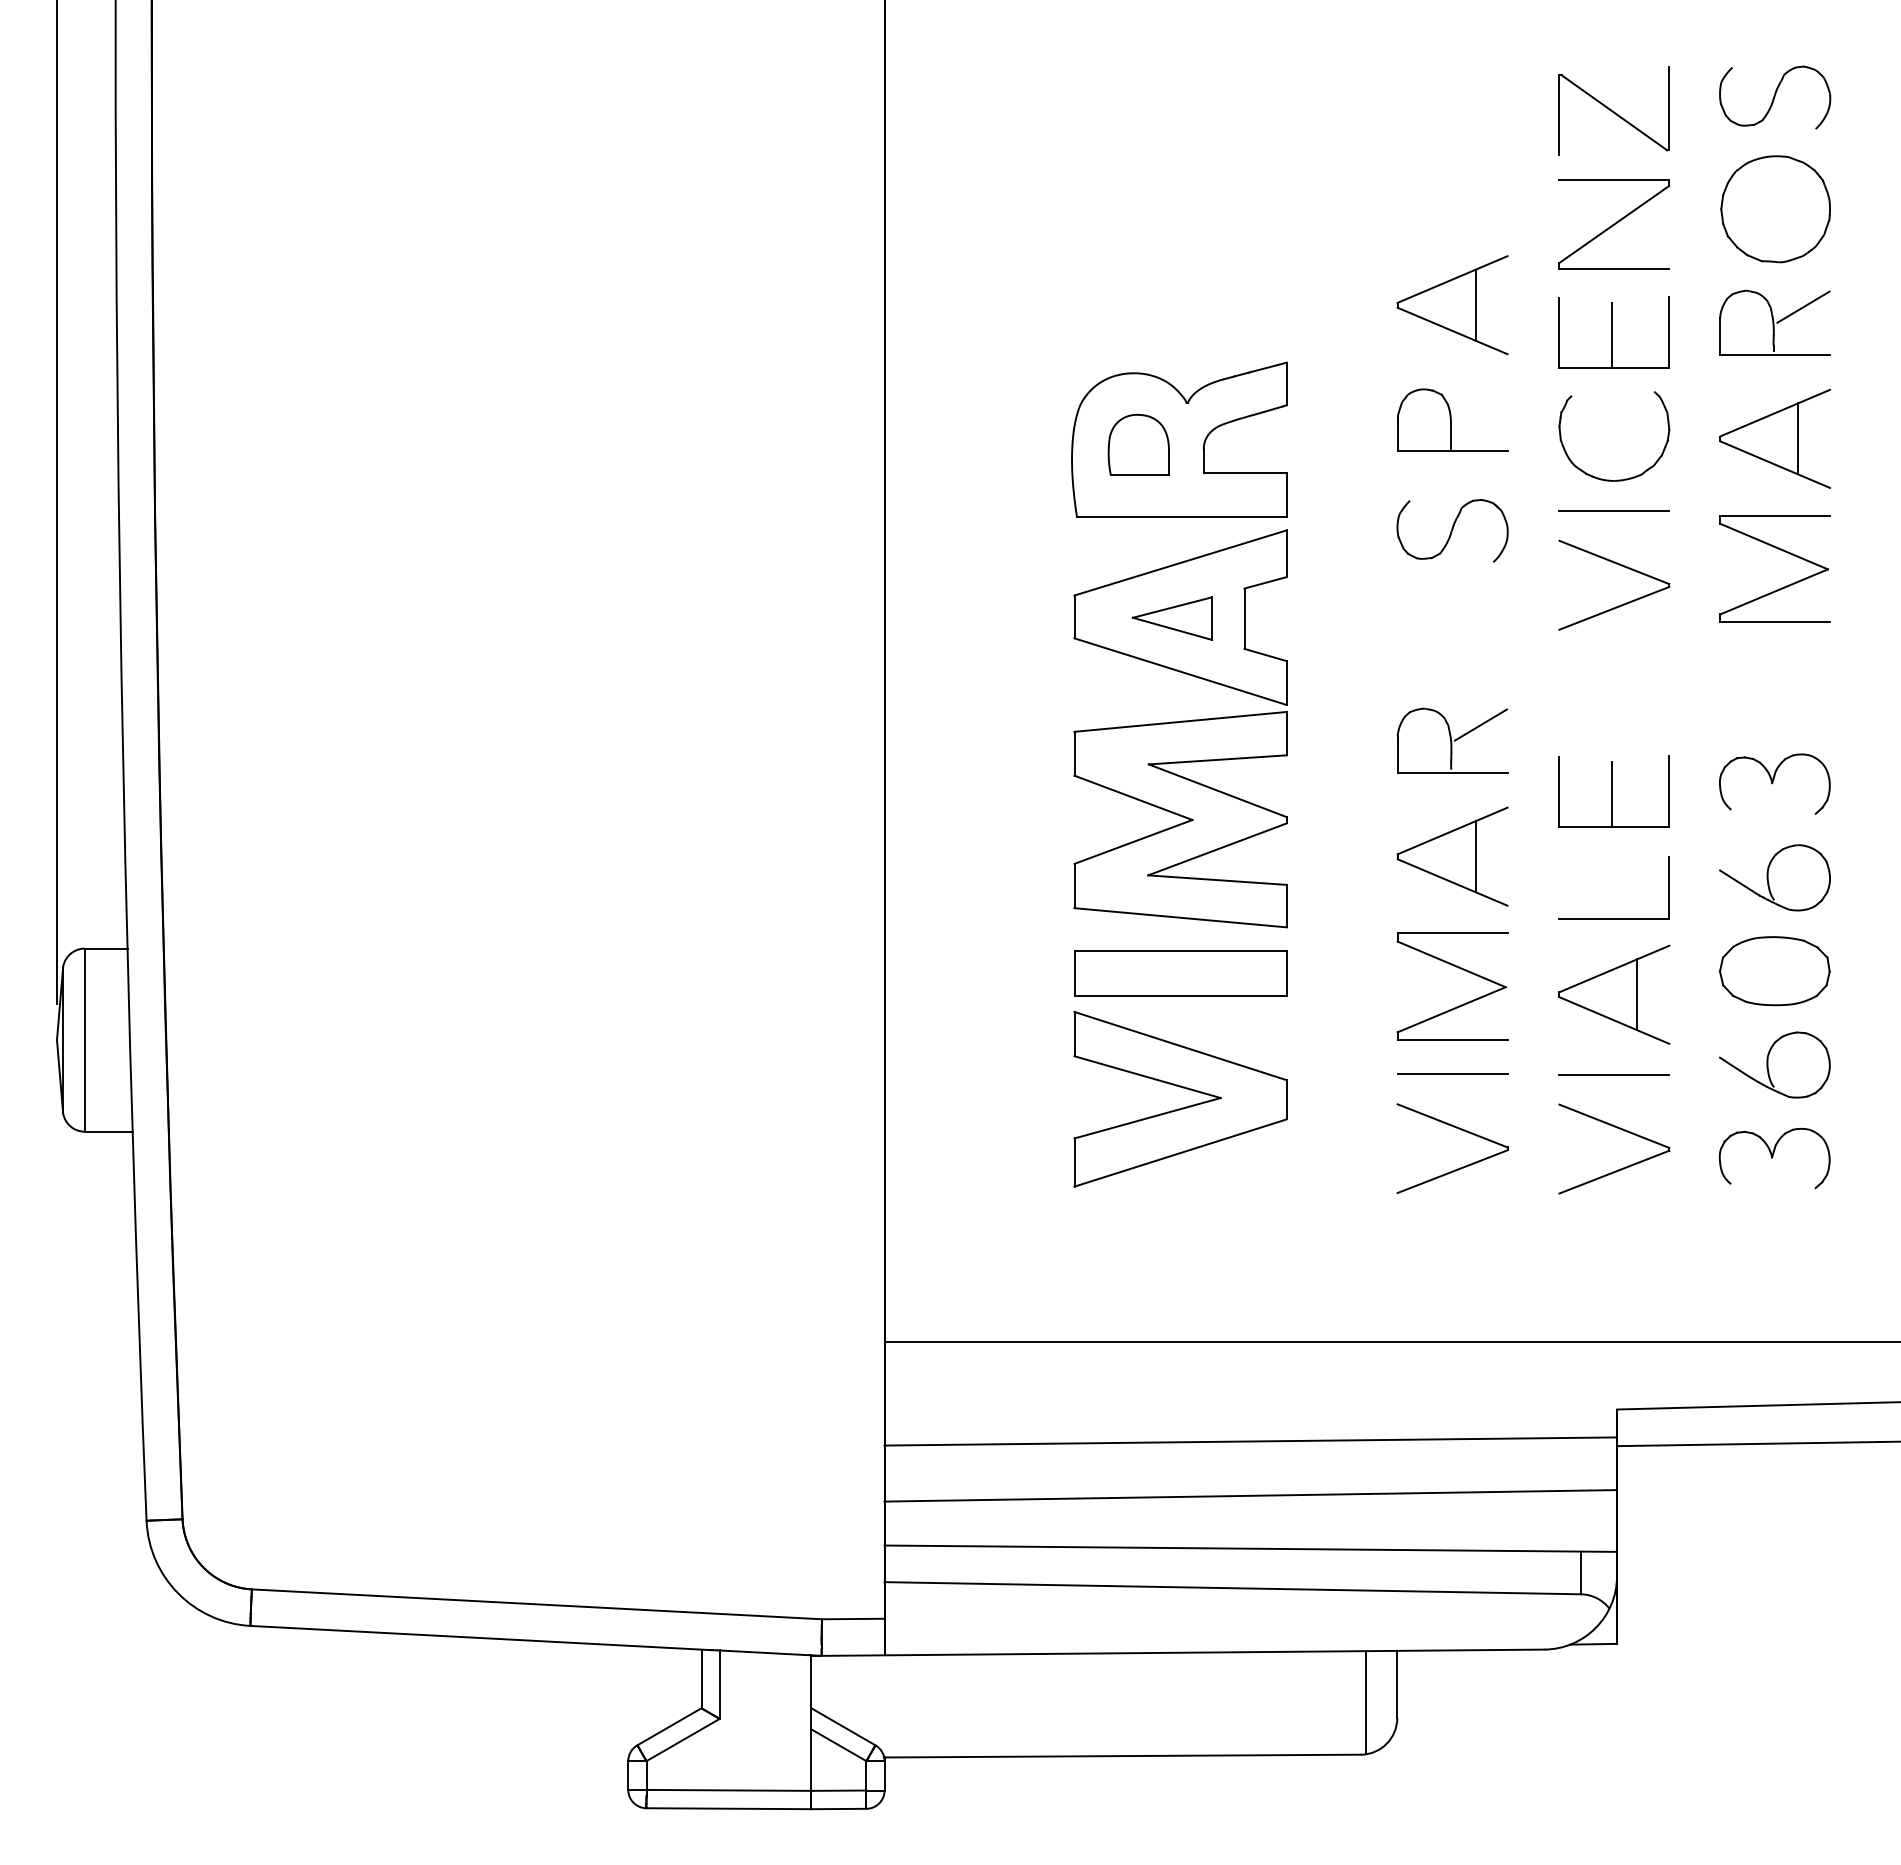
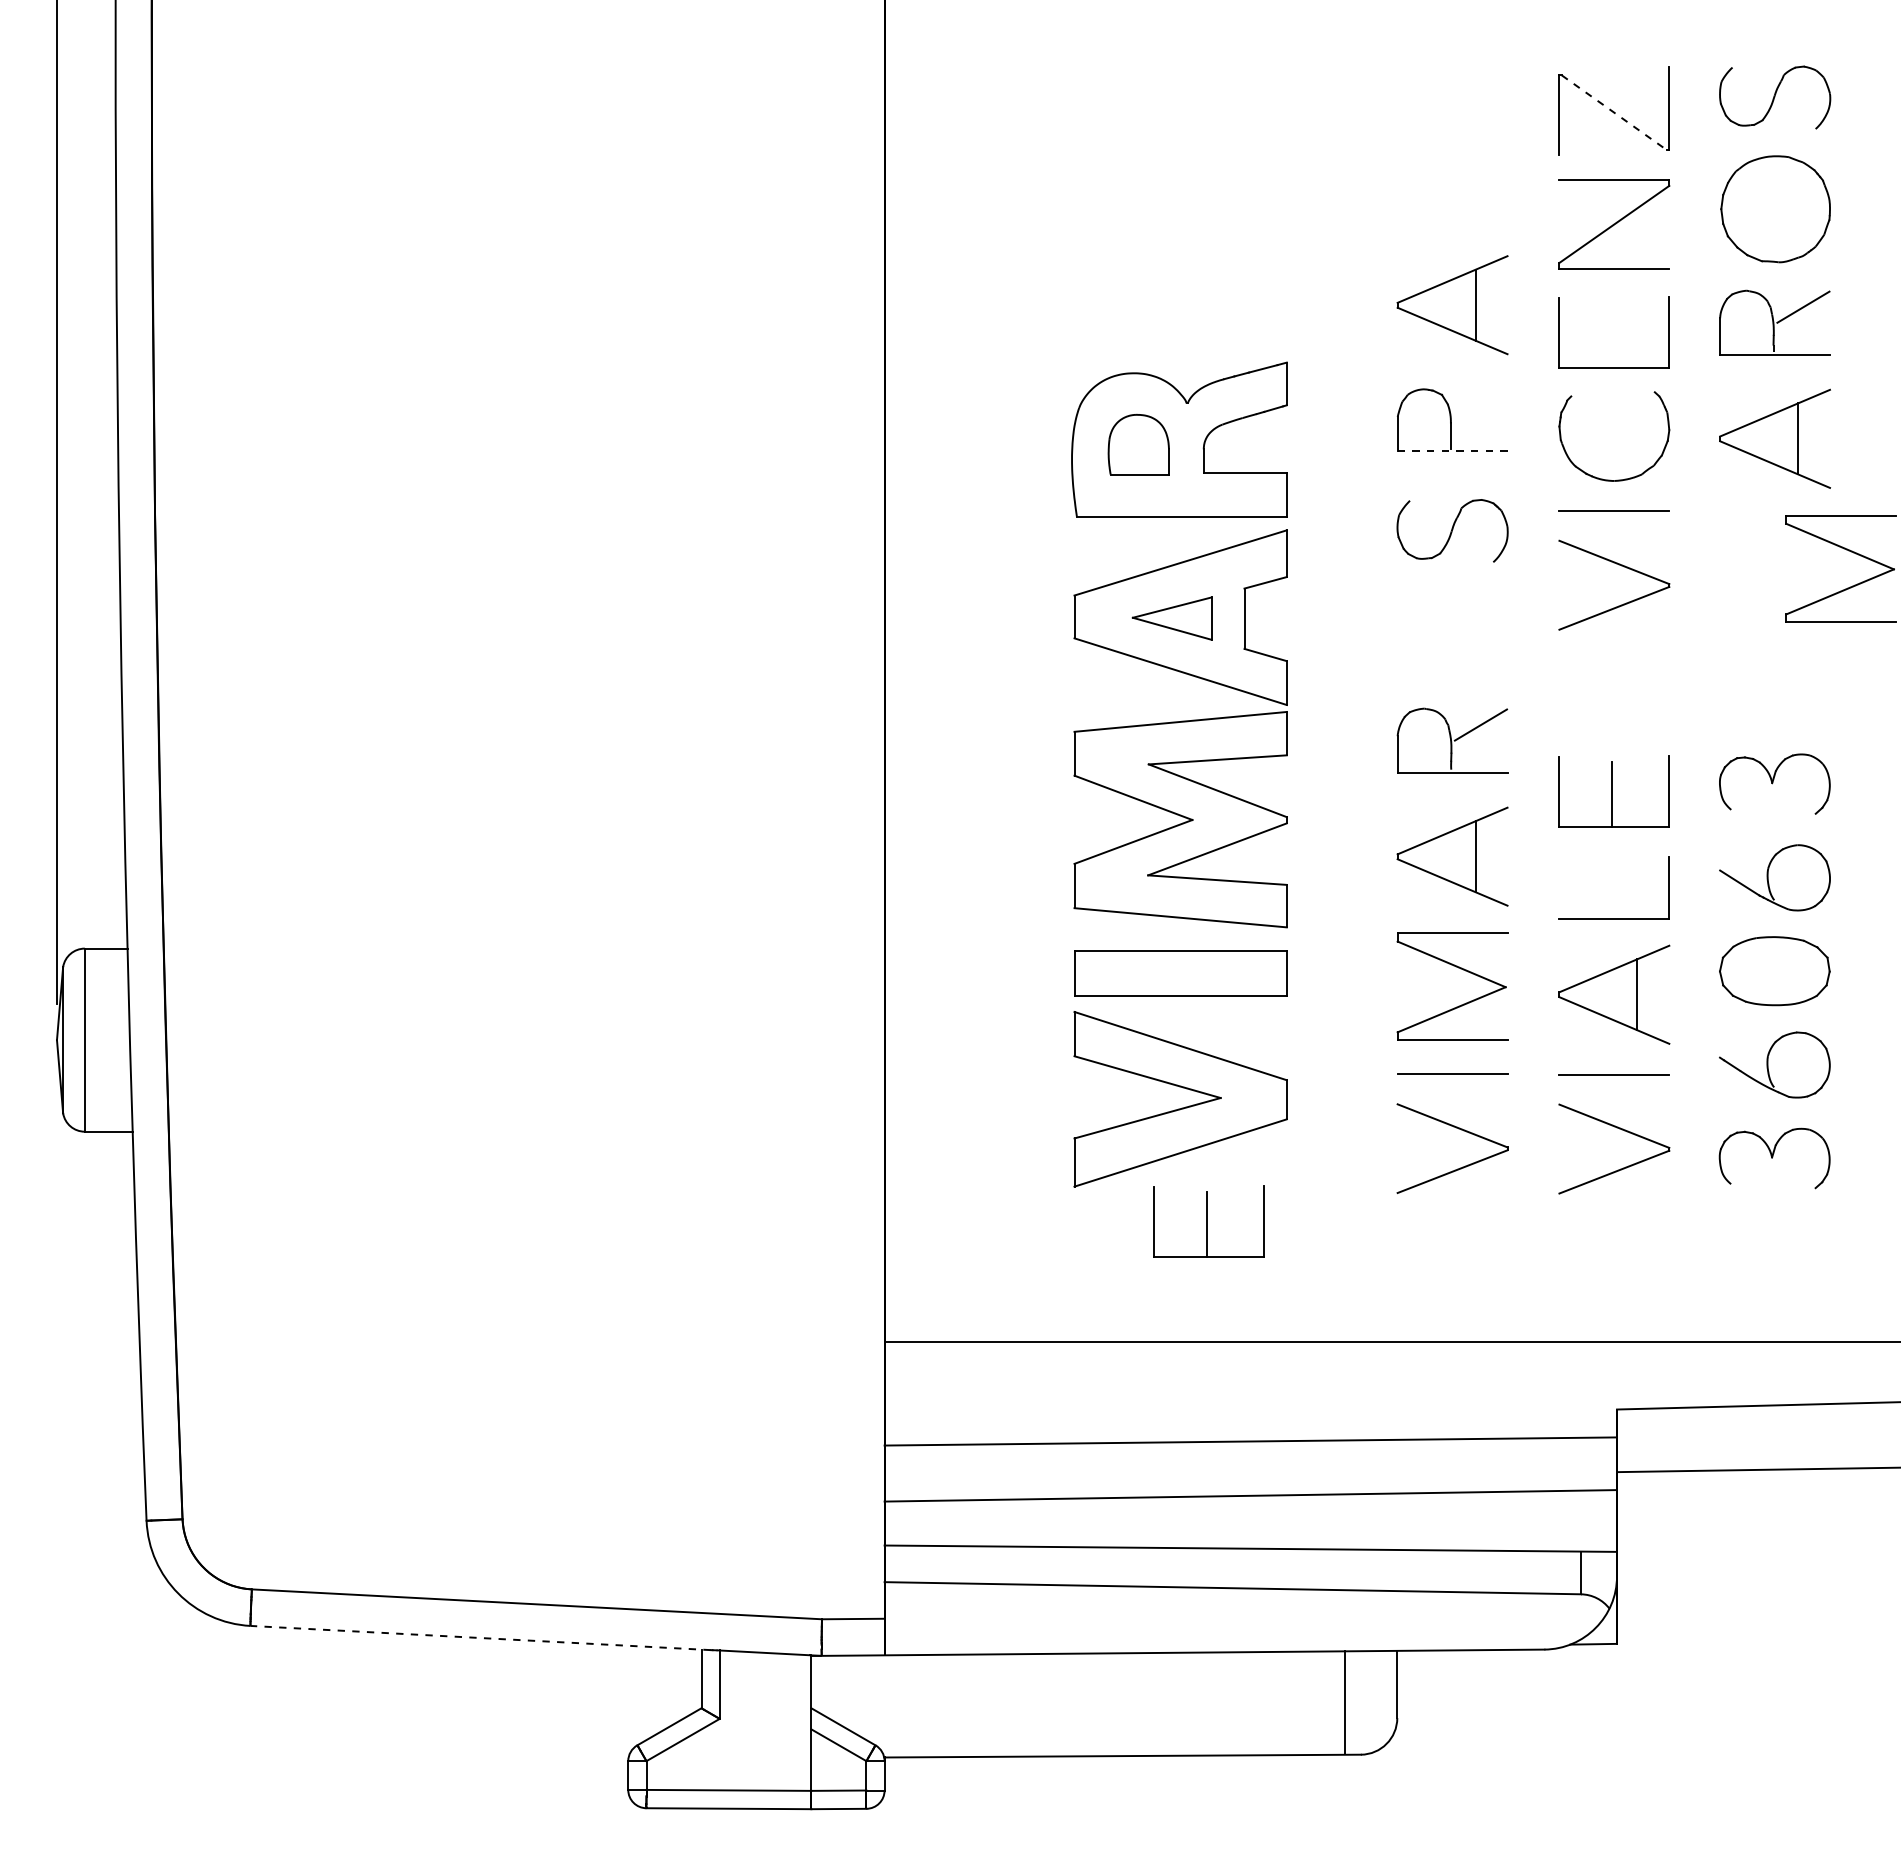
line at (1614, 112): solid -> dashed
line at (1611, 335): present -> none
line at (1452, 451): solid -> dashed
part at (1782, 551) position: (1782, 551) -> (1848, 551)
part at (1208, 1221): none -> present
line at (1757, 1443) position: (1757, 1443) -> (1757, 1469)
line at (480, 1638): solid -> dashed
line at (1366, 1702) position: (1366, 1702) -> (1345, 1702)
